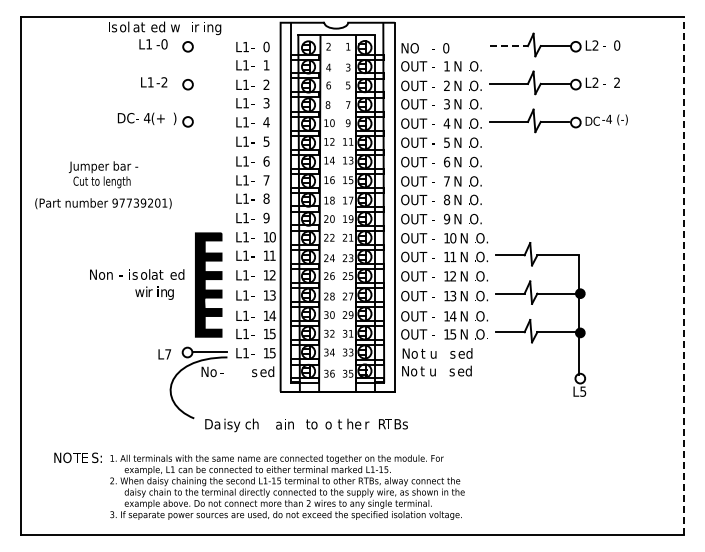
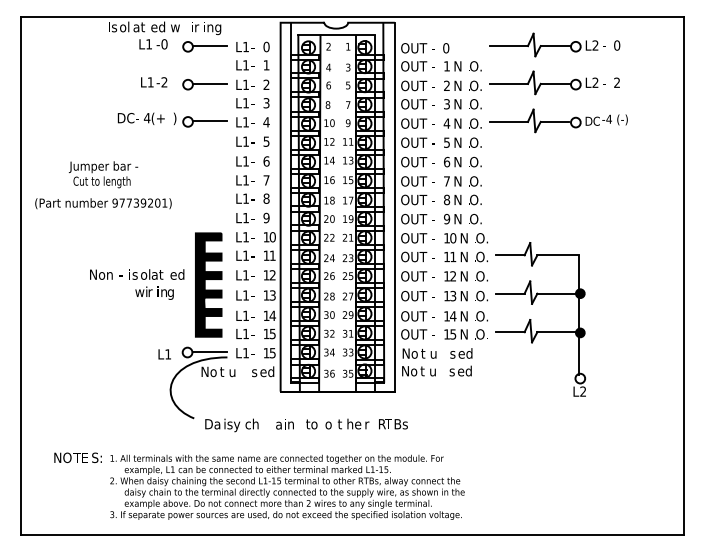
line at (210, 46): none -> present
line at (509, 46): dashed -> solid
text at (414, 48): NO -> OUT
line at (210, 84): none -> present
line at (210, 120): none -> present
line at (683, 275): dashed -> solid
text at (168, 354): L7 -> L1
text at (227, 372): - -> t u
text at (583, 391): L5 -> L2
